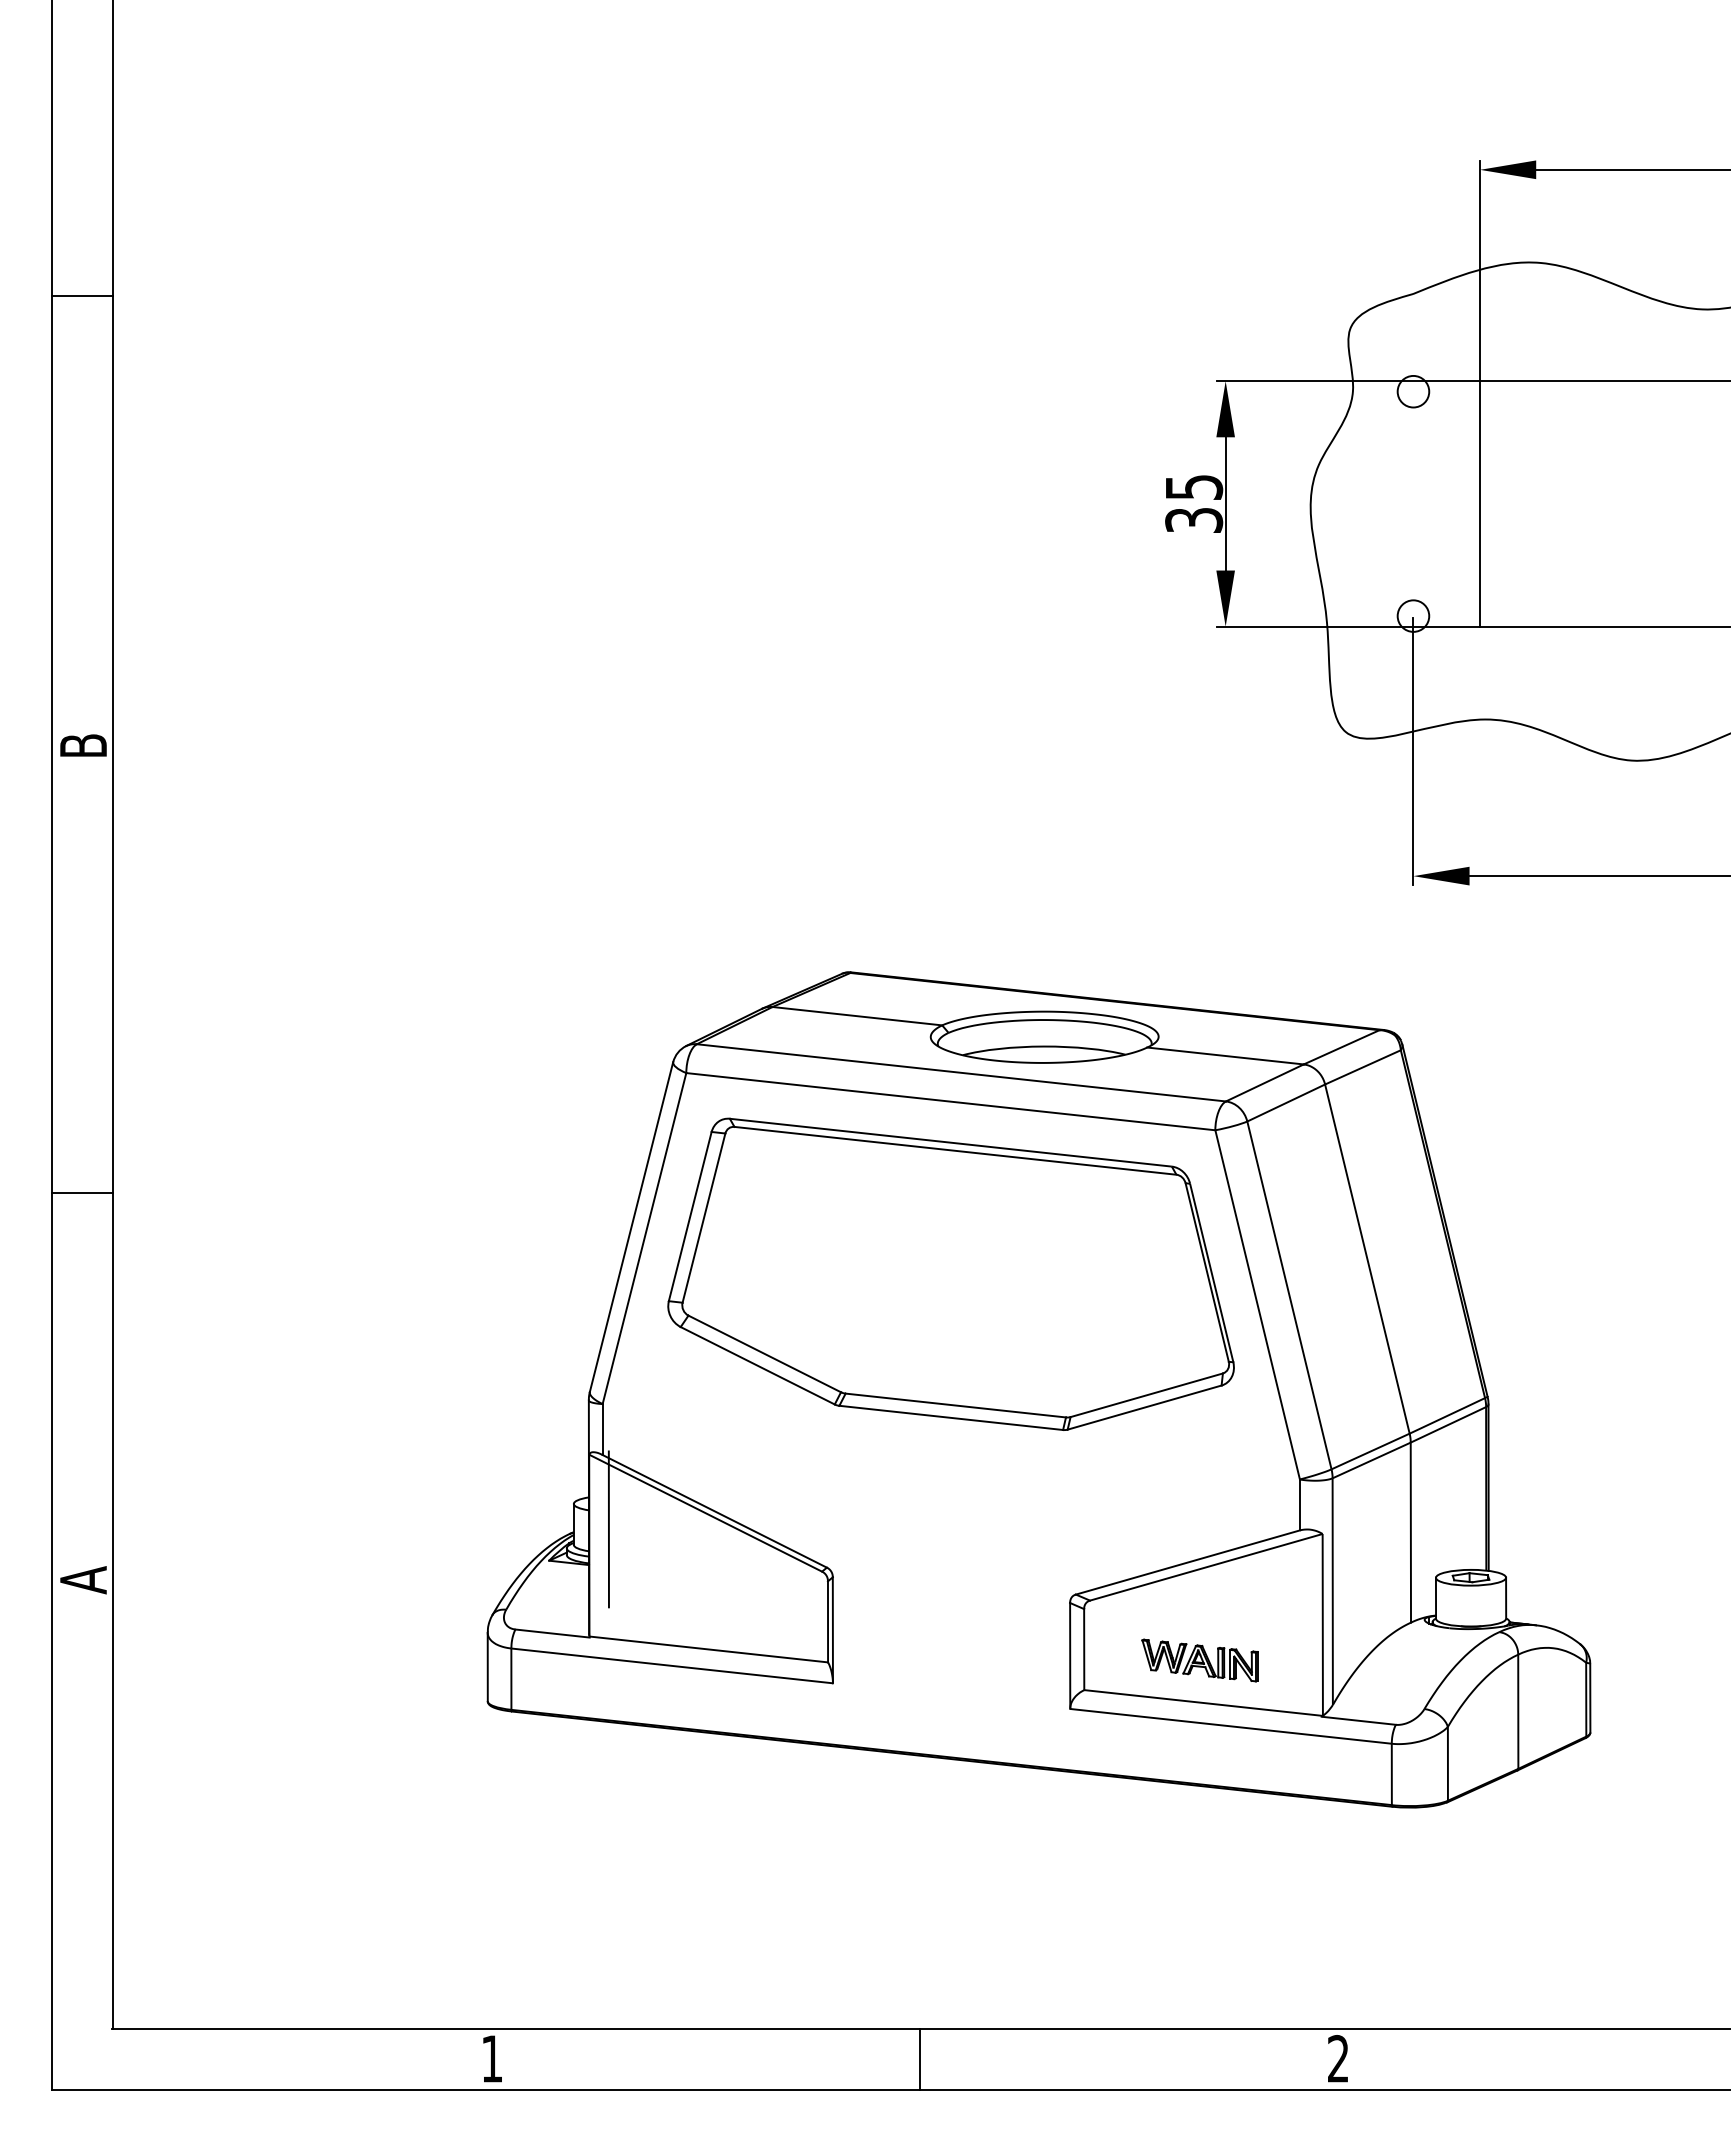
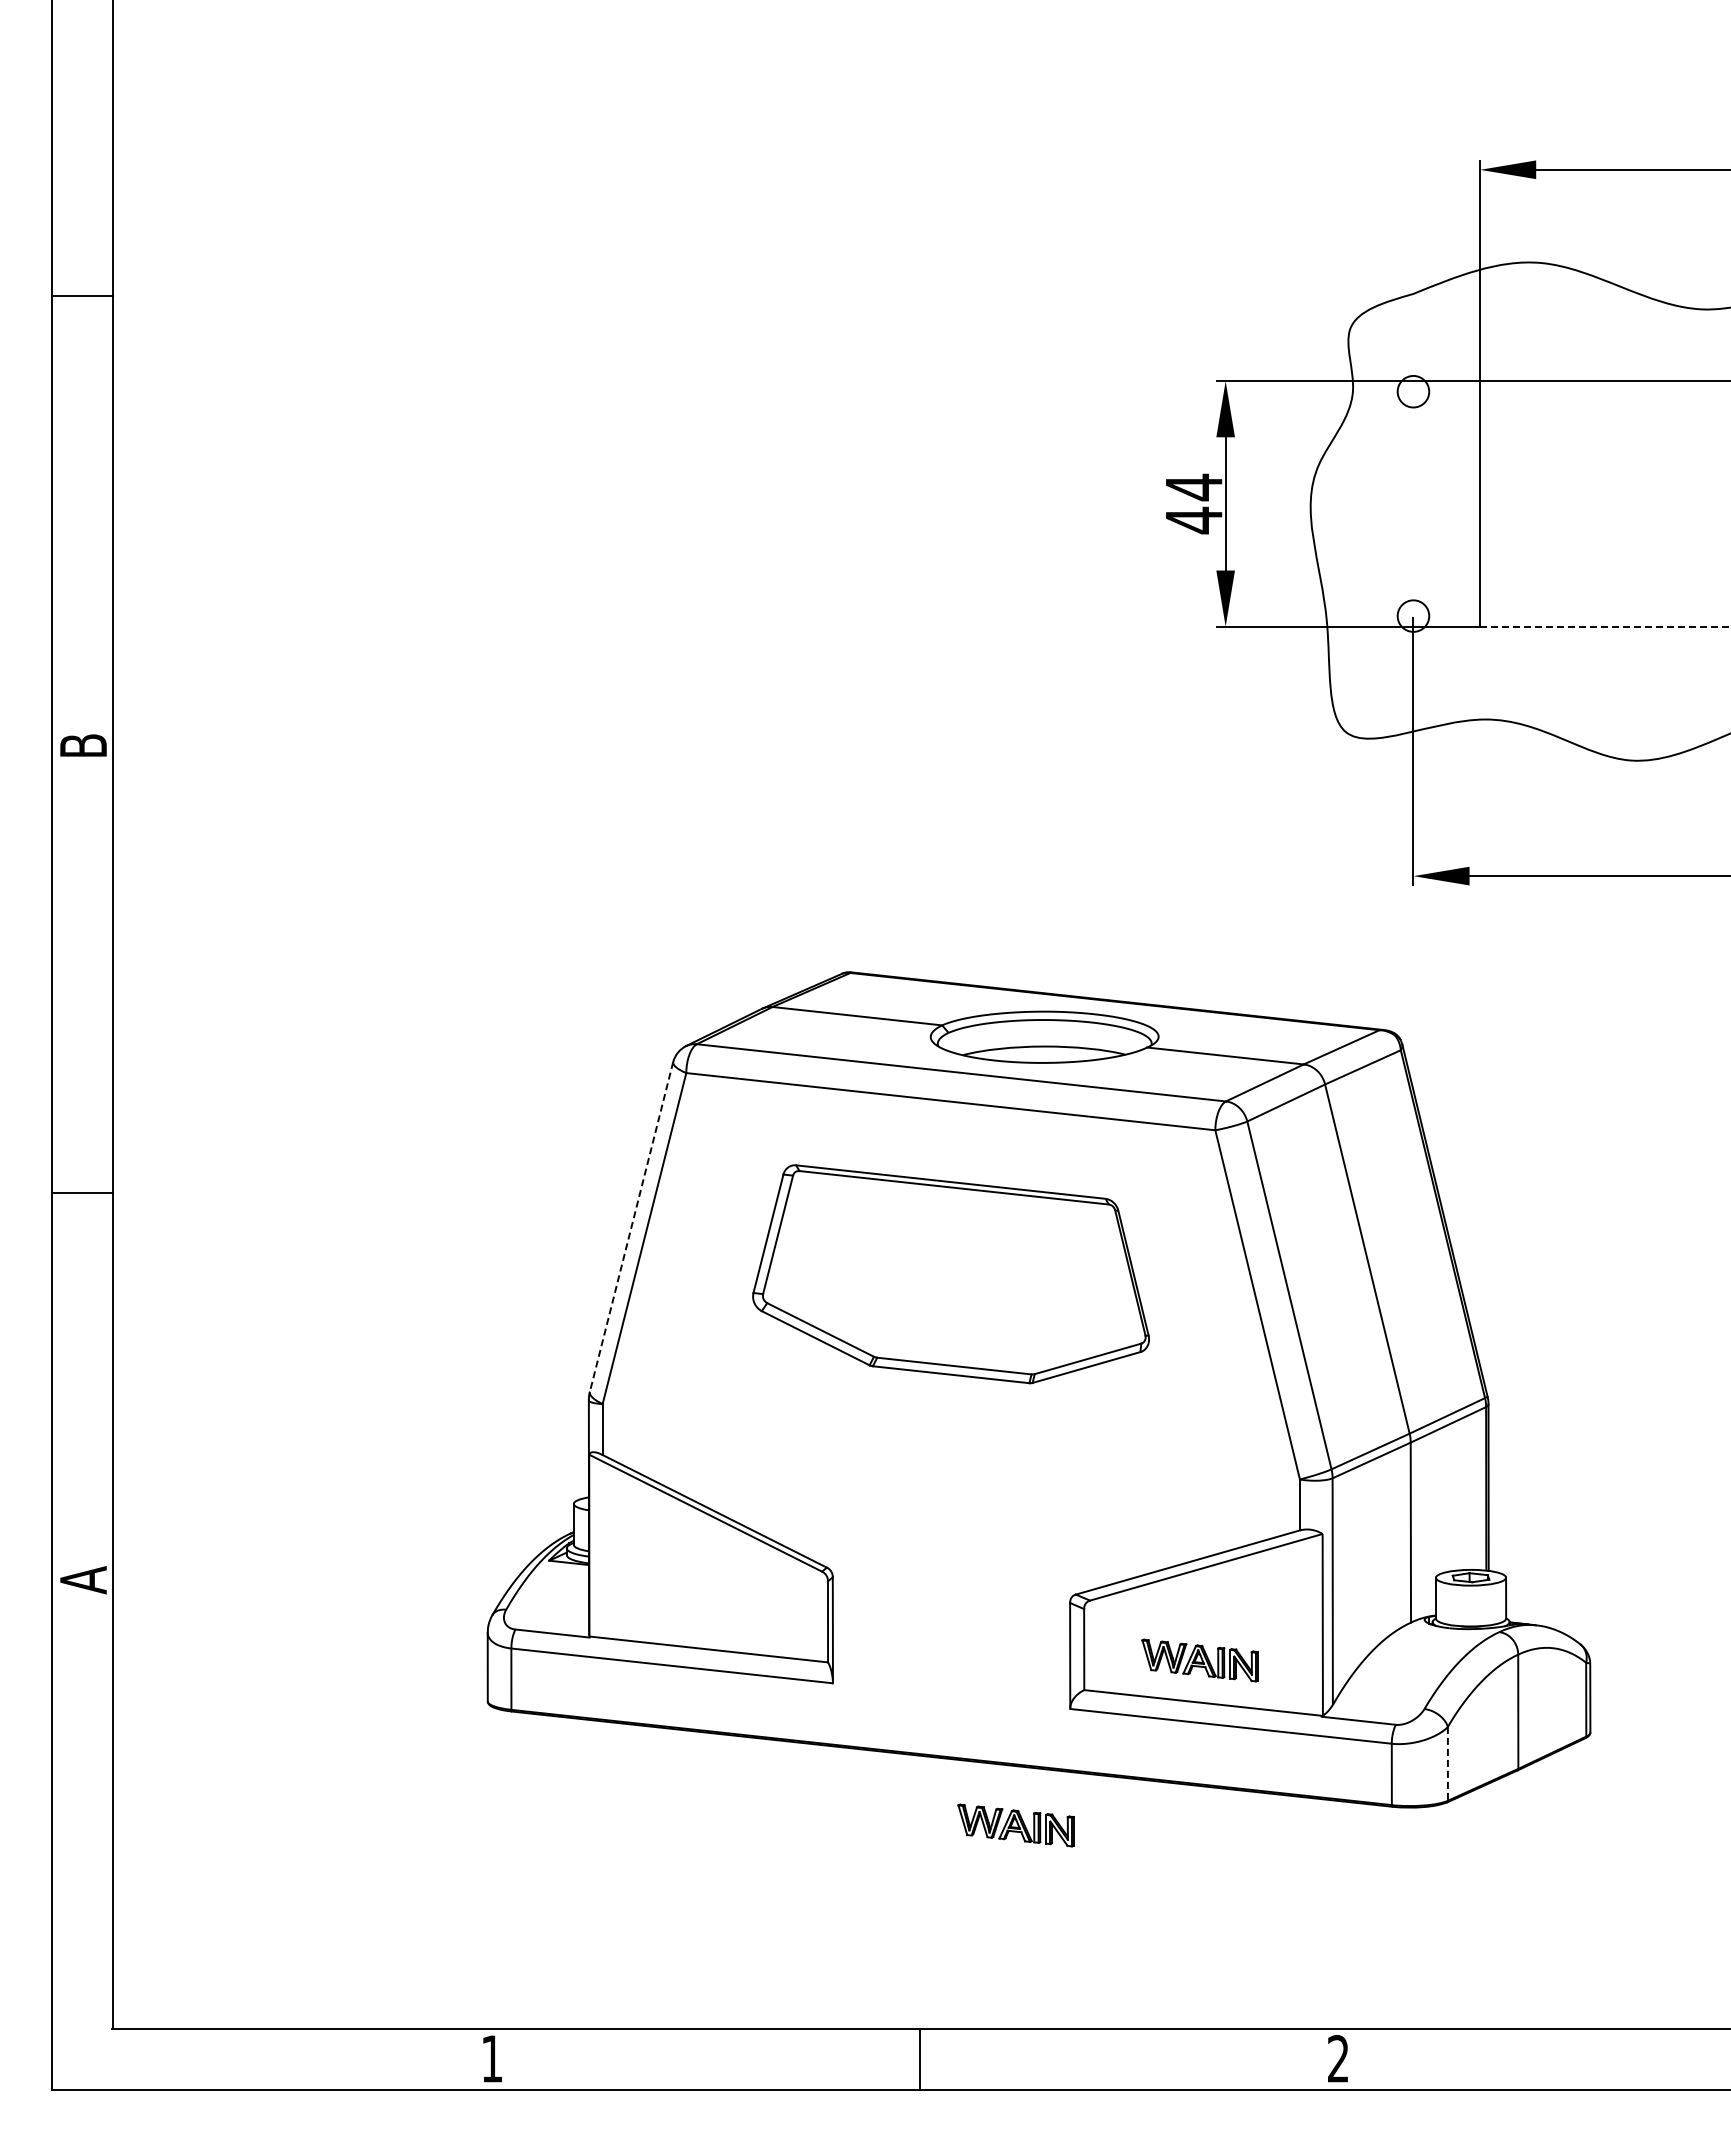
text at (1194, 503): 35 -> 44
line at (1605, 626): solid -> dashed
line at (631, 1227): solid -> dashed
part at (950, 1273) size: 568x314 px -> 398x221 px
line at (608, 1529): present -> none
line at (1447, 1763): solid -> dashed
part at (1015, 1825): none -> present
